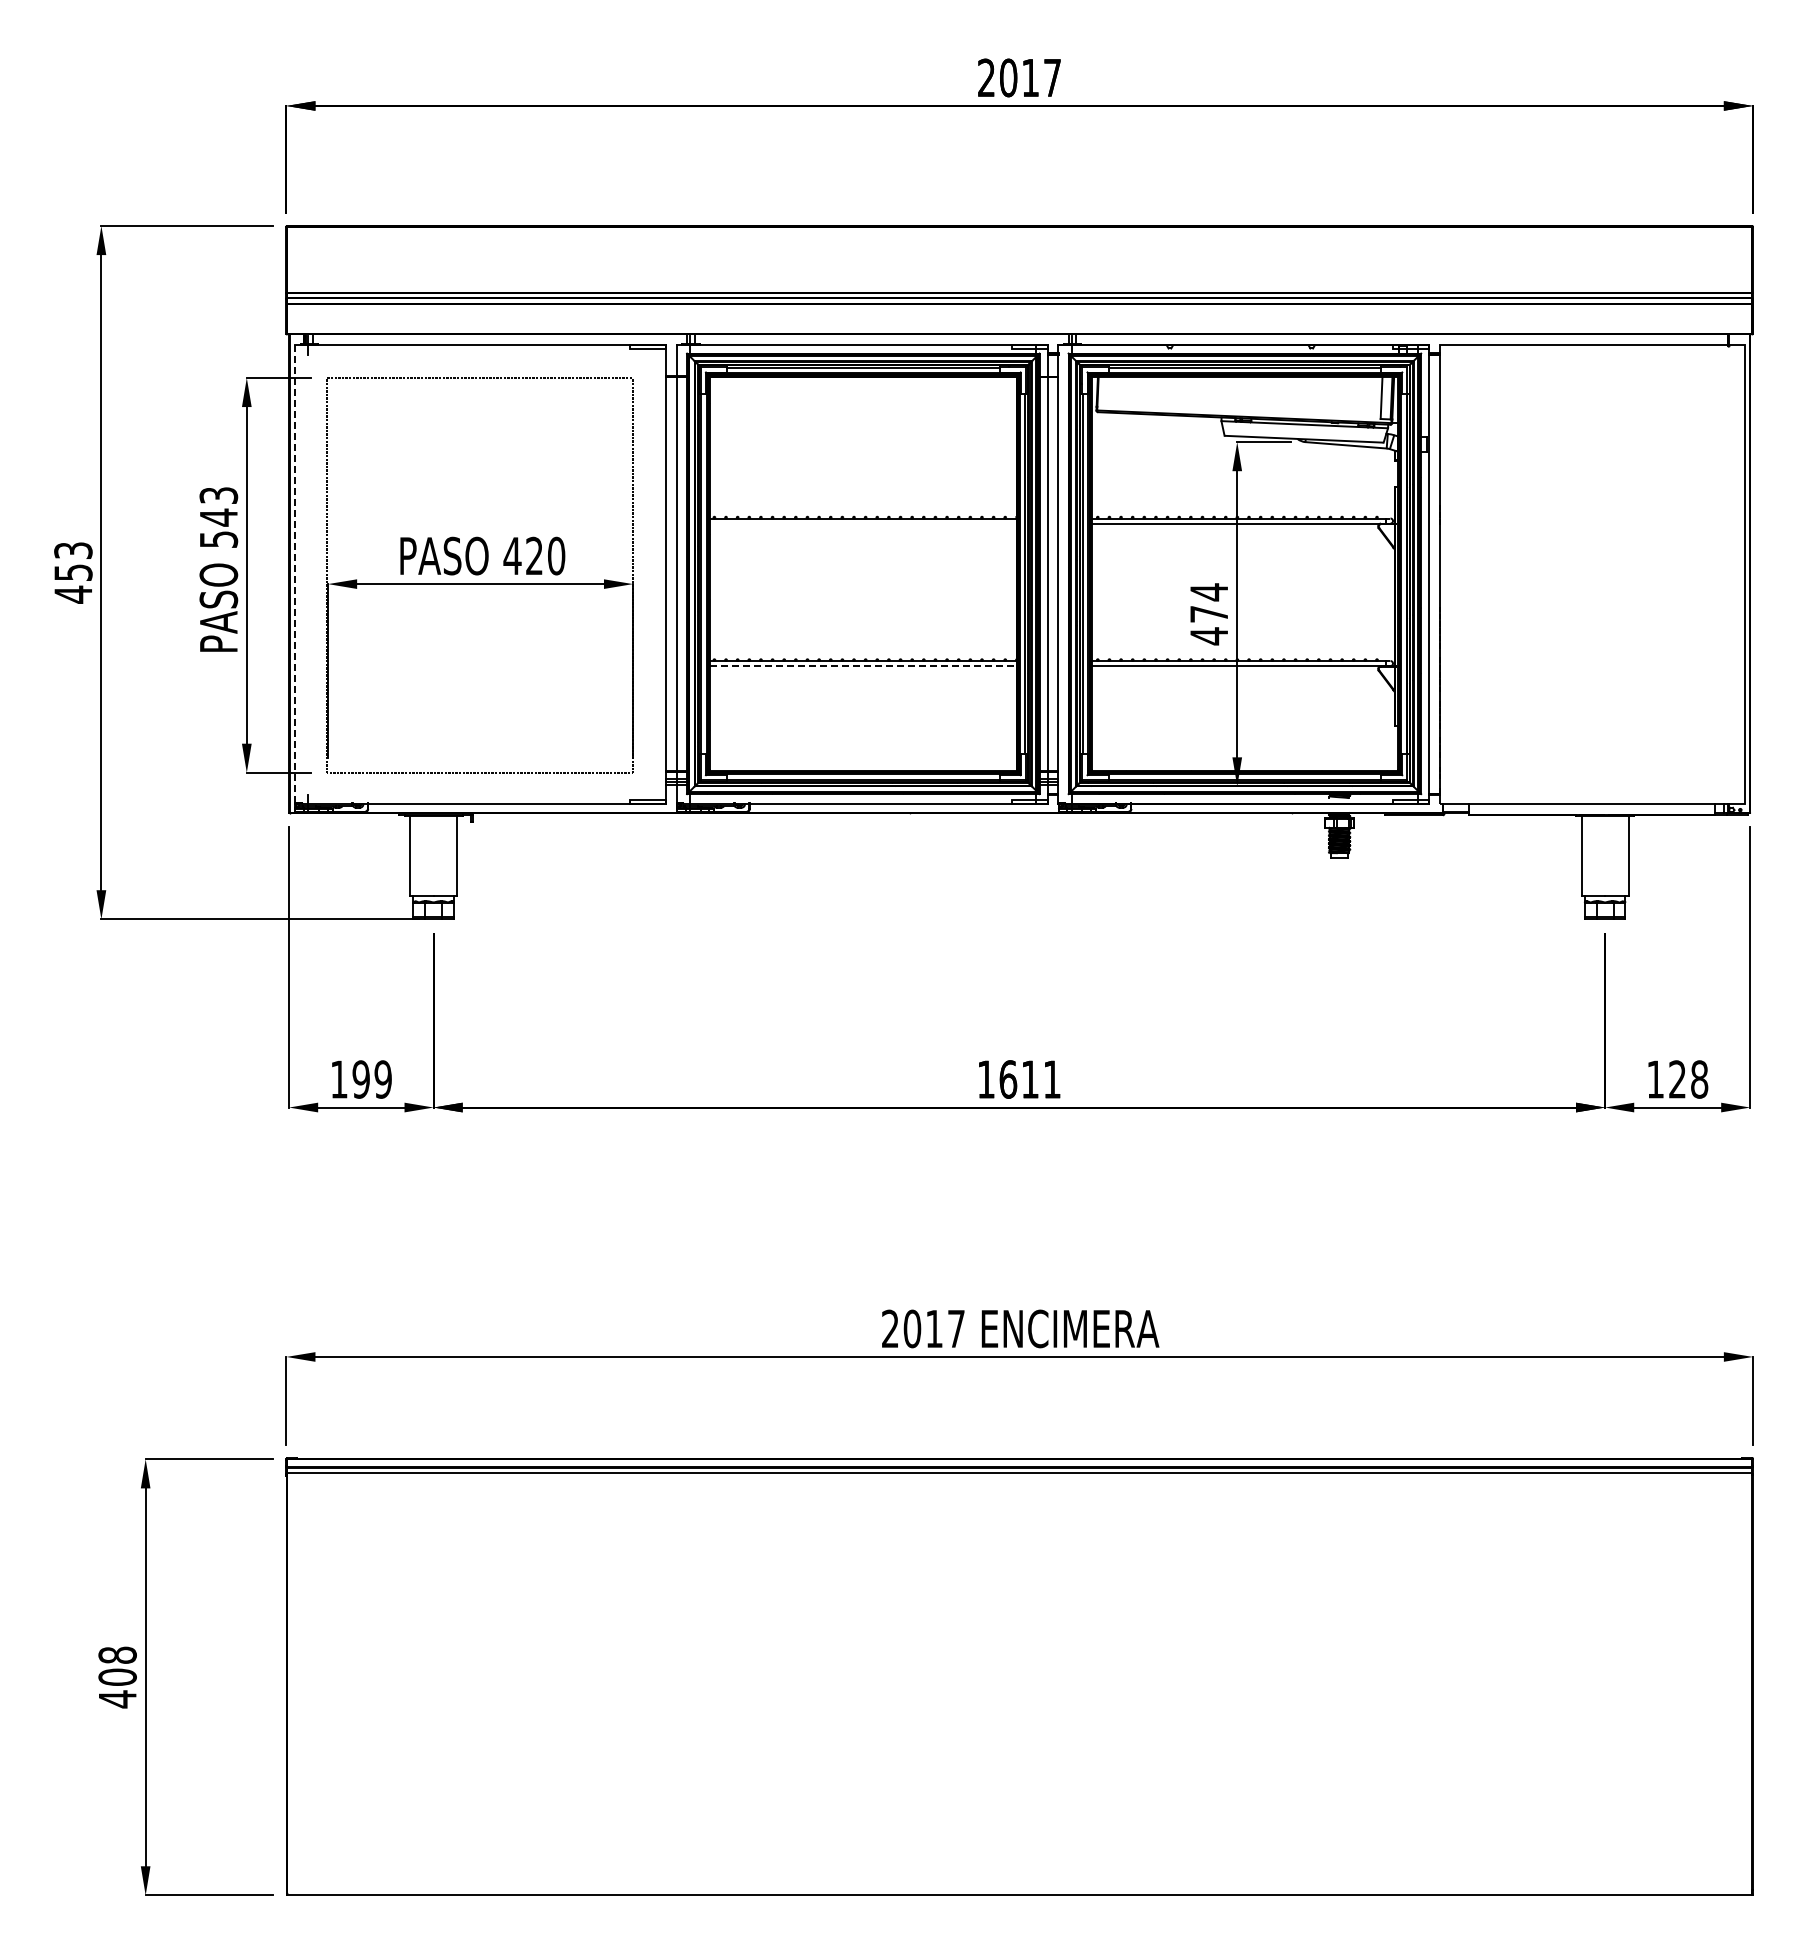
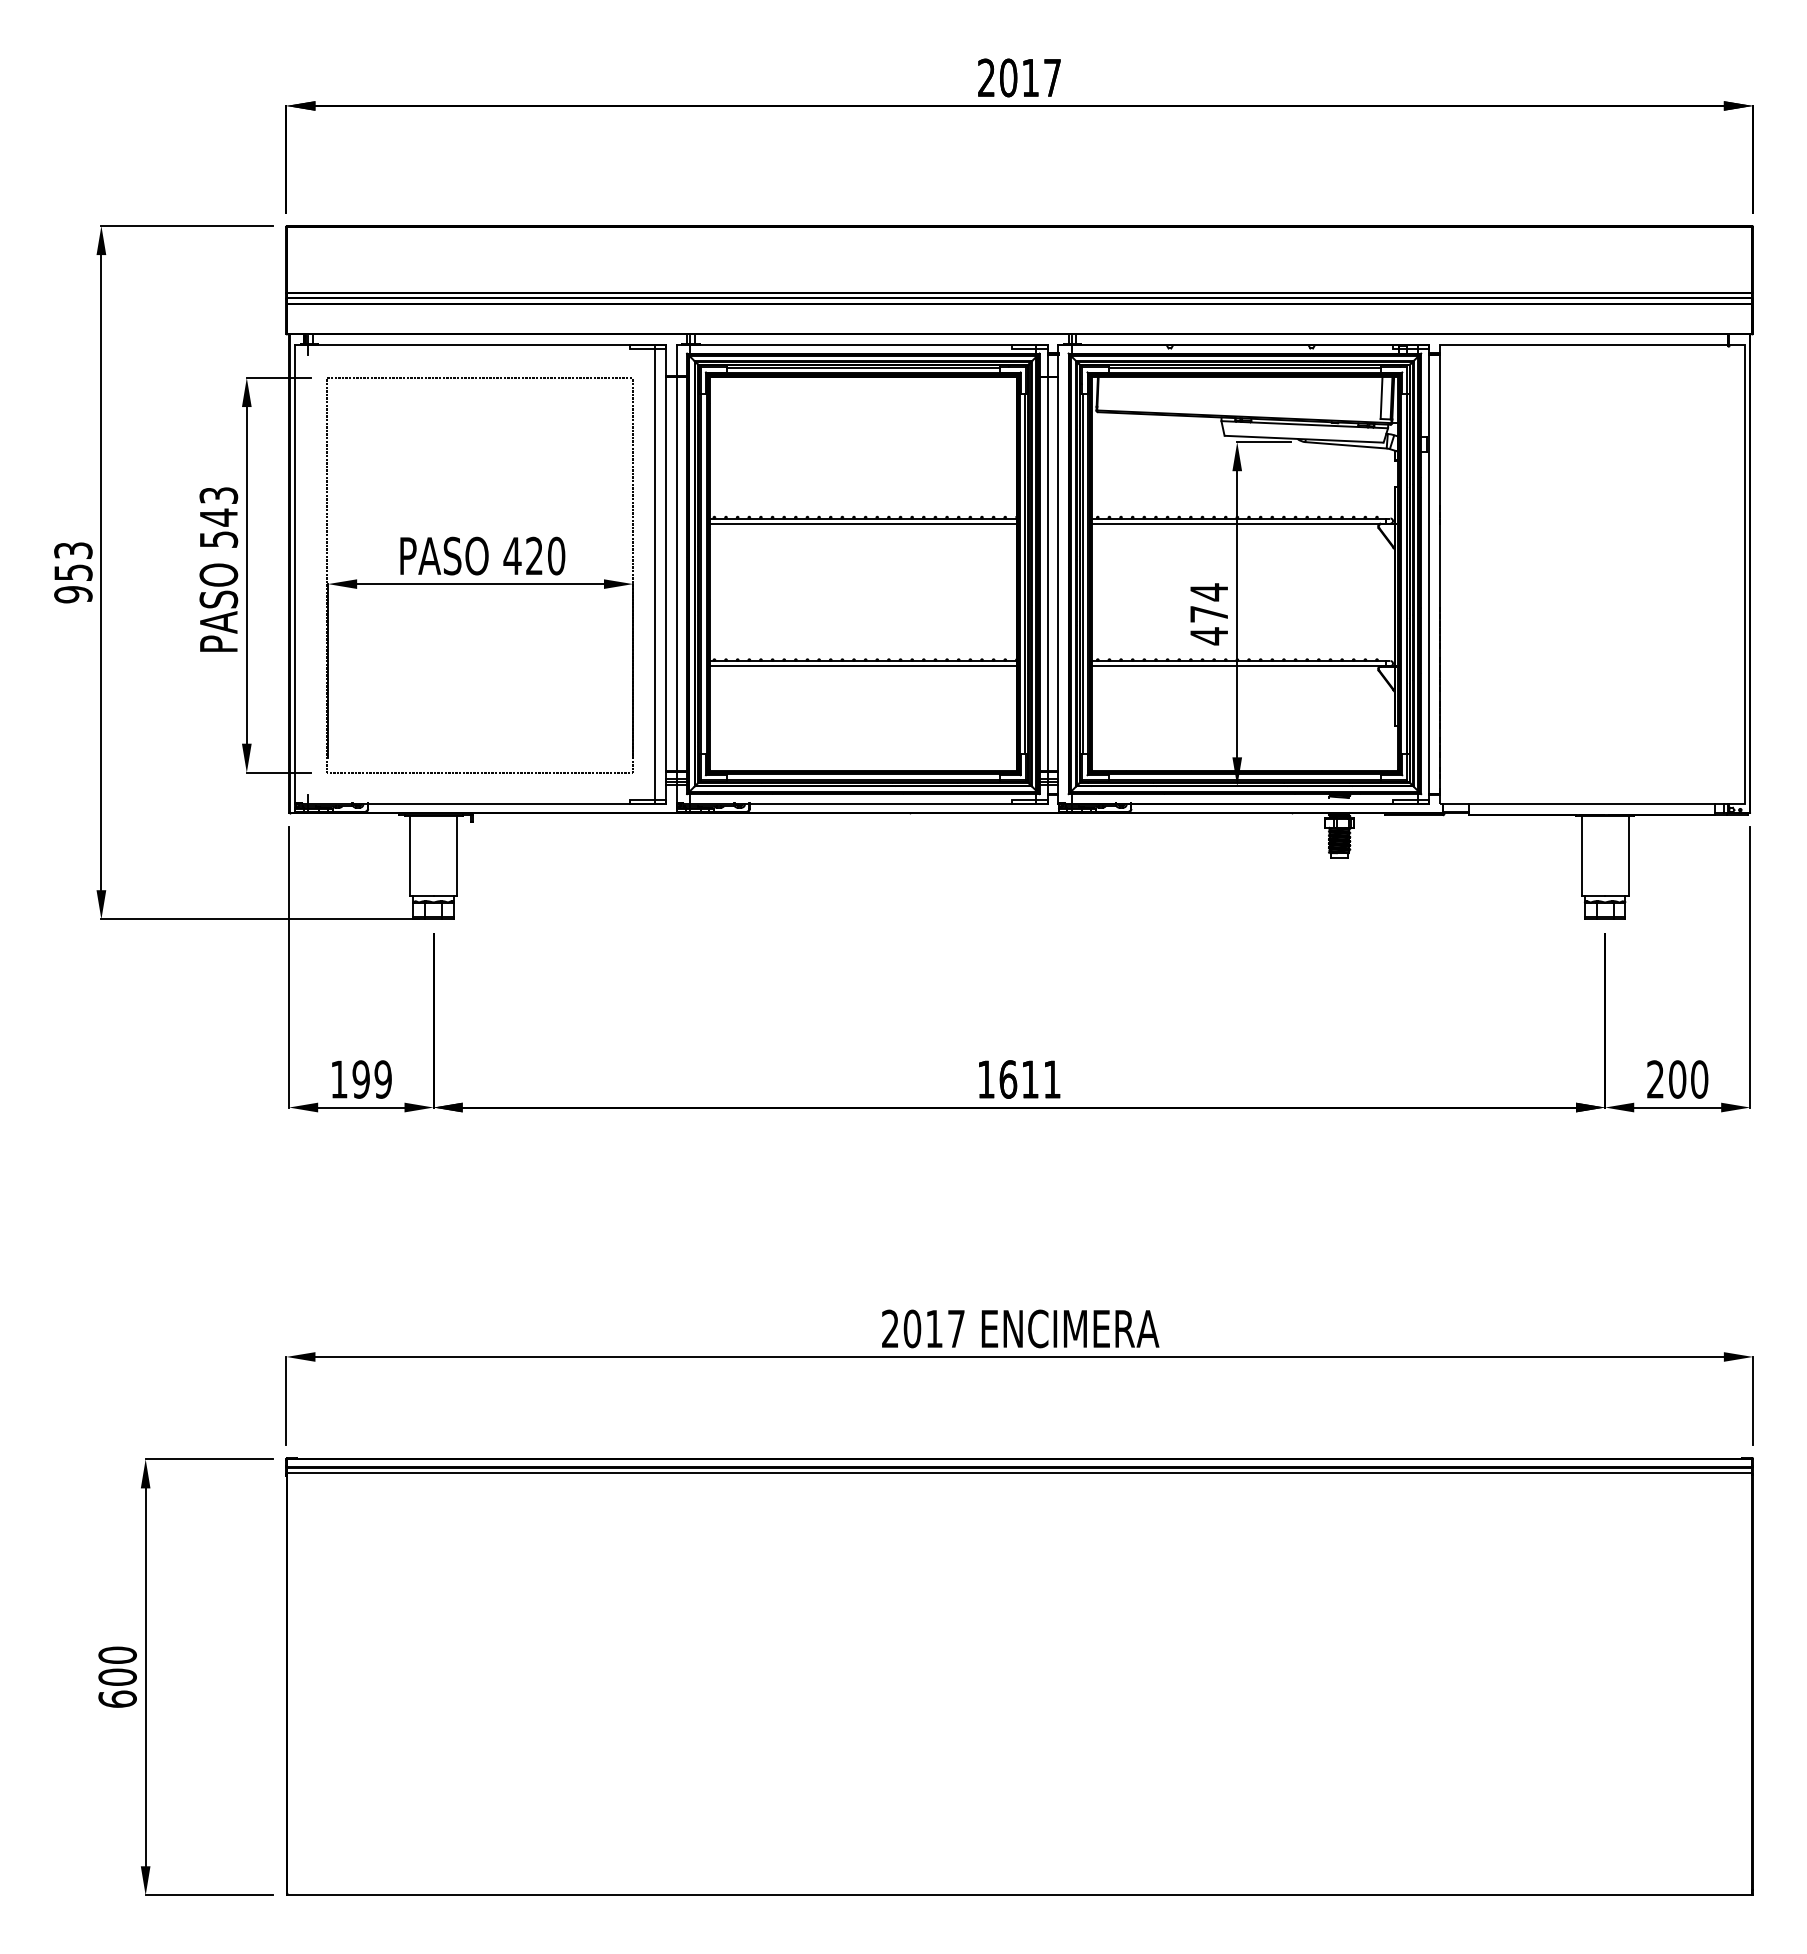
line at (862, 523): none -> present
line at (654, 574): none -> present
line at (294, 575): dashed -> solid
text at (73, 594): 453 -> 953
line at (863, 666): dashed -> solid
text at (1677, 1079): 128 -> 200
text at (117, 1677): 408 -> 600
